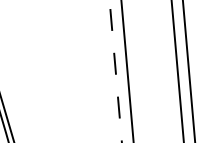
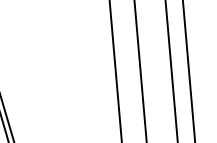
line at (127, 70) position: (127, 70) -> (140, 70)
line at (177, 70) position: (177, 70) -> (171, 70)
line at (115, 71): dashed -> solid
